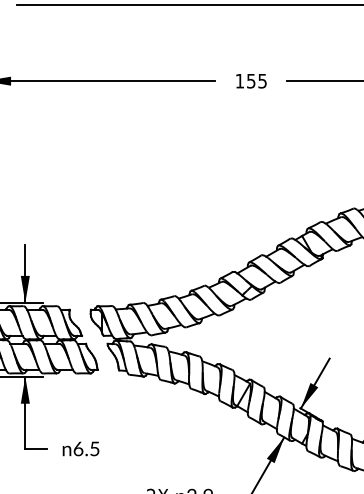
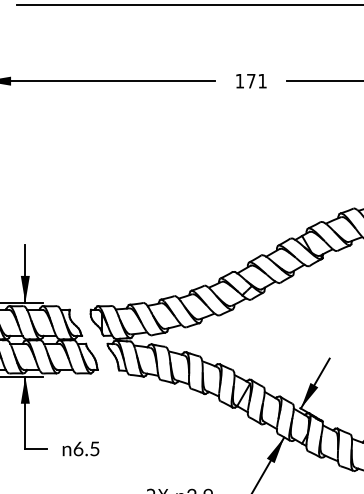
text at (256, 81): 155 -> 171
